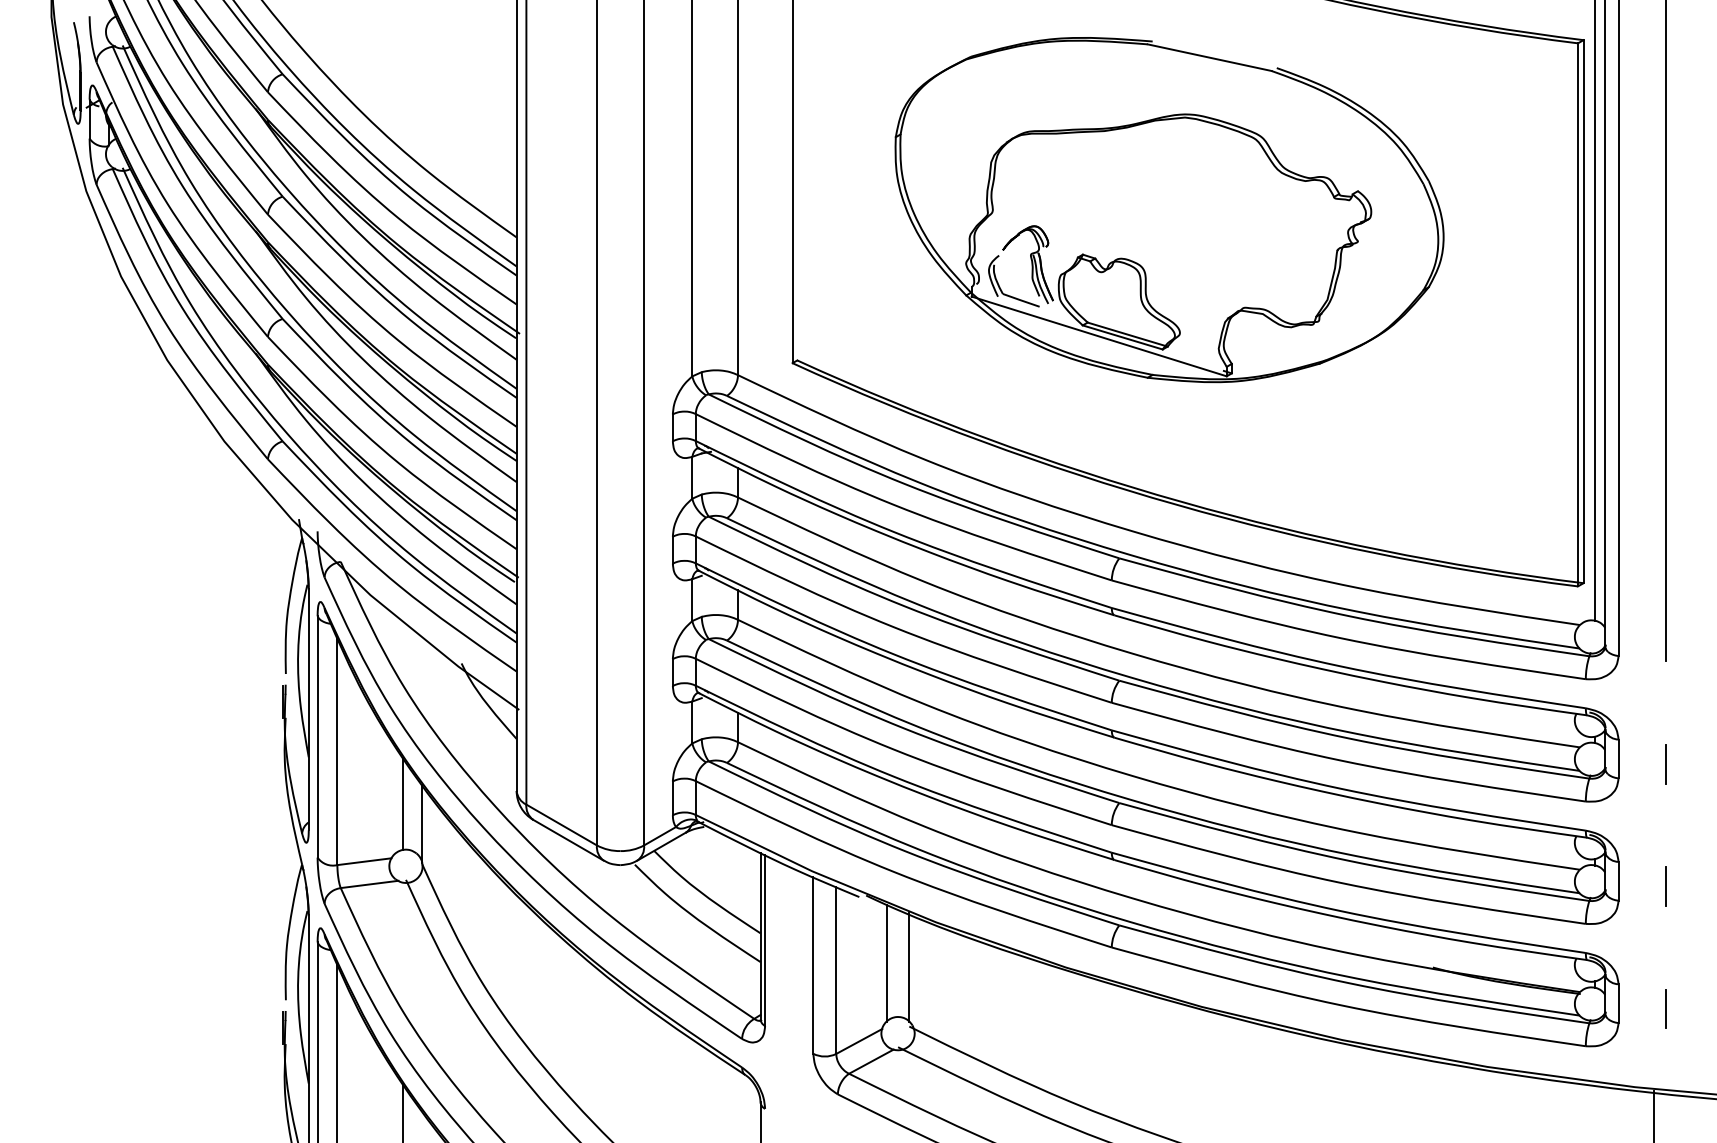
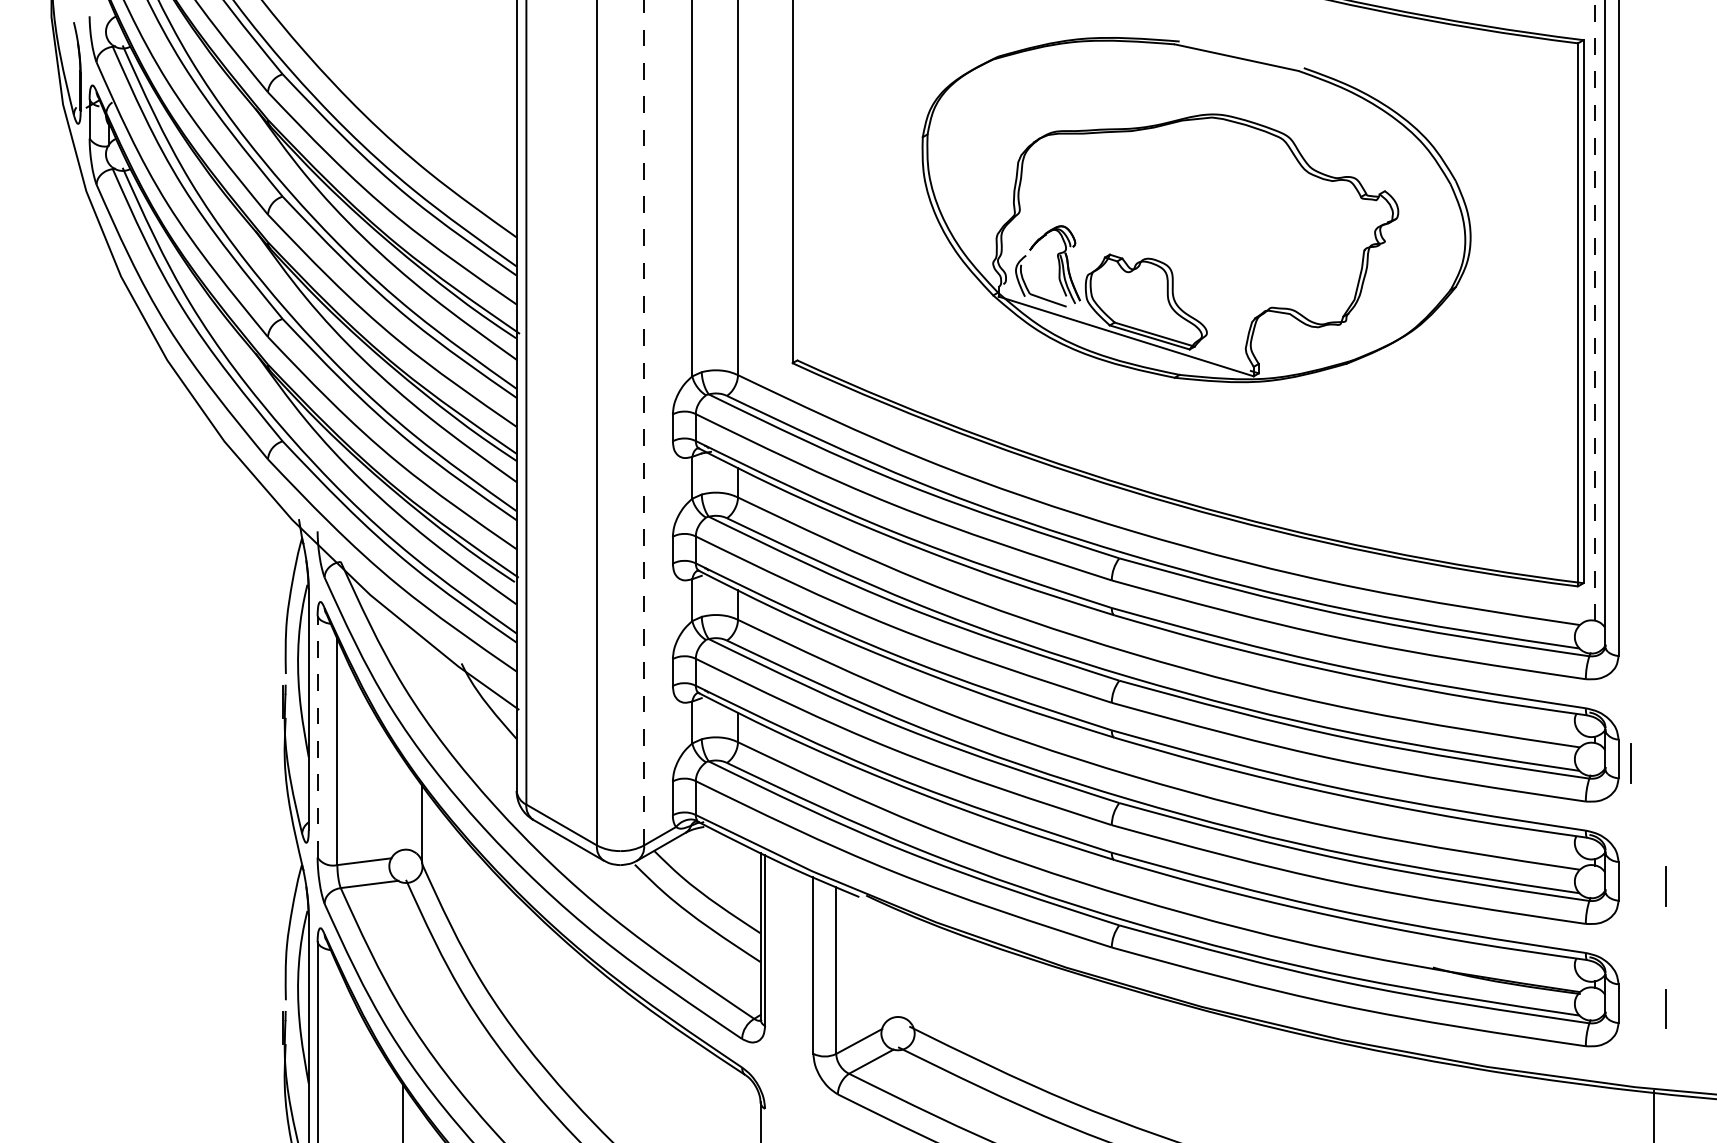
part at (1169, 210) position: (1169, 210) -> (1196, 210)
line at (1595, 310): solid -> dashed
line at (1665, 331): present -> none
line at (644, 422): solid -> dashed
line at (317, 736): solid -> dashed
line at (1665, 764) position: (1665, 764) -> (1630, 763)
line at (402, 803): present -> none
line at (886, 962): present -> none
line at (909, 966): present -> none
line at (337, 1051): present -> none
